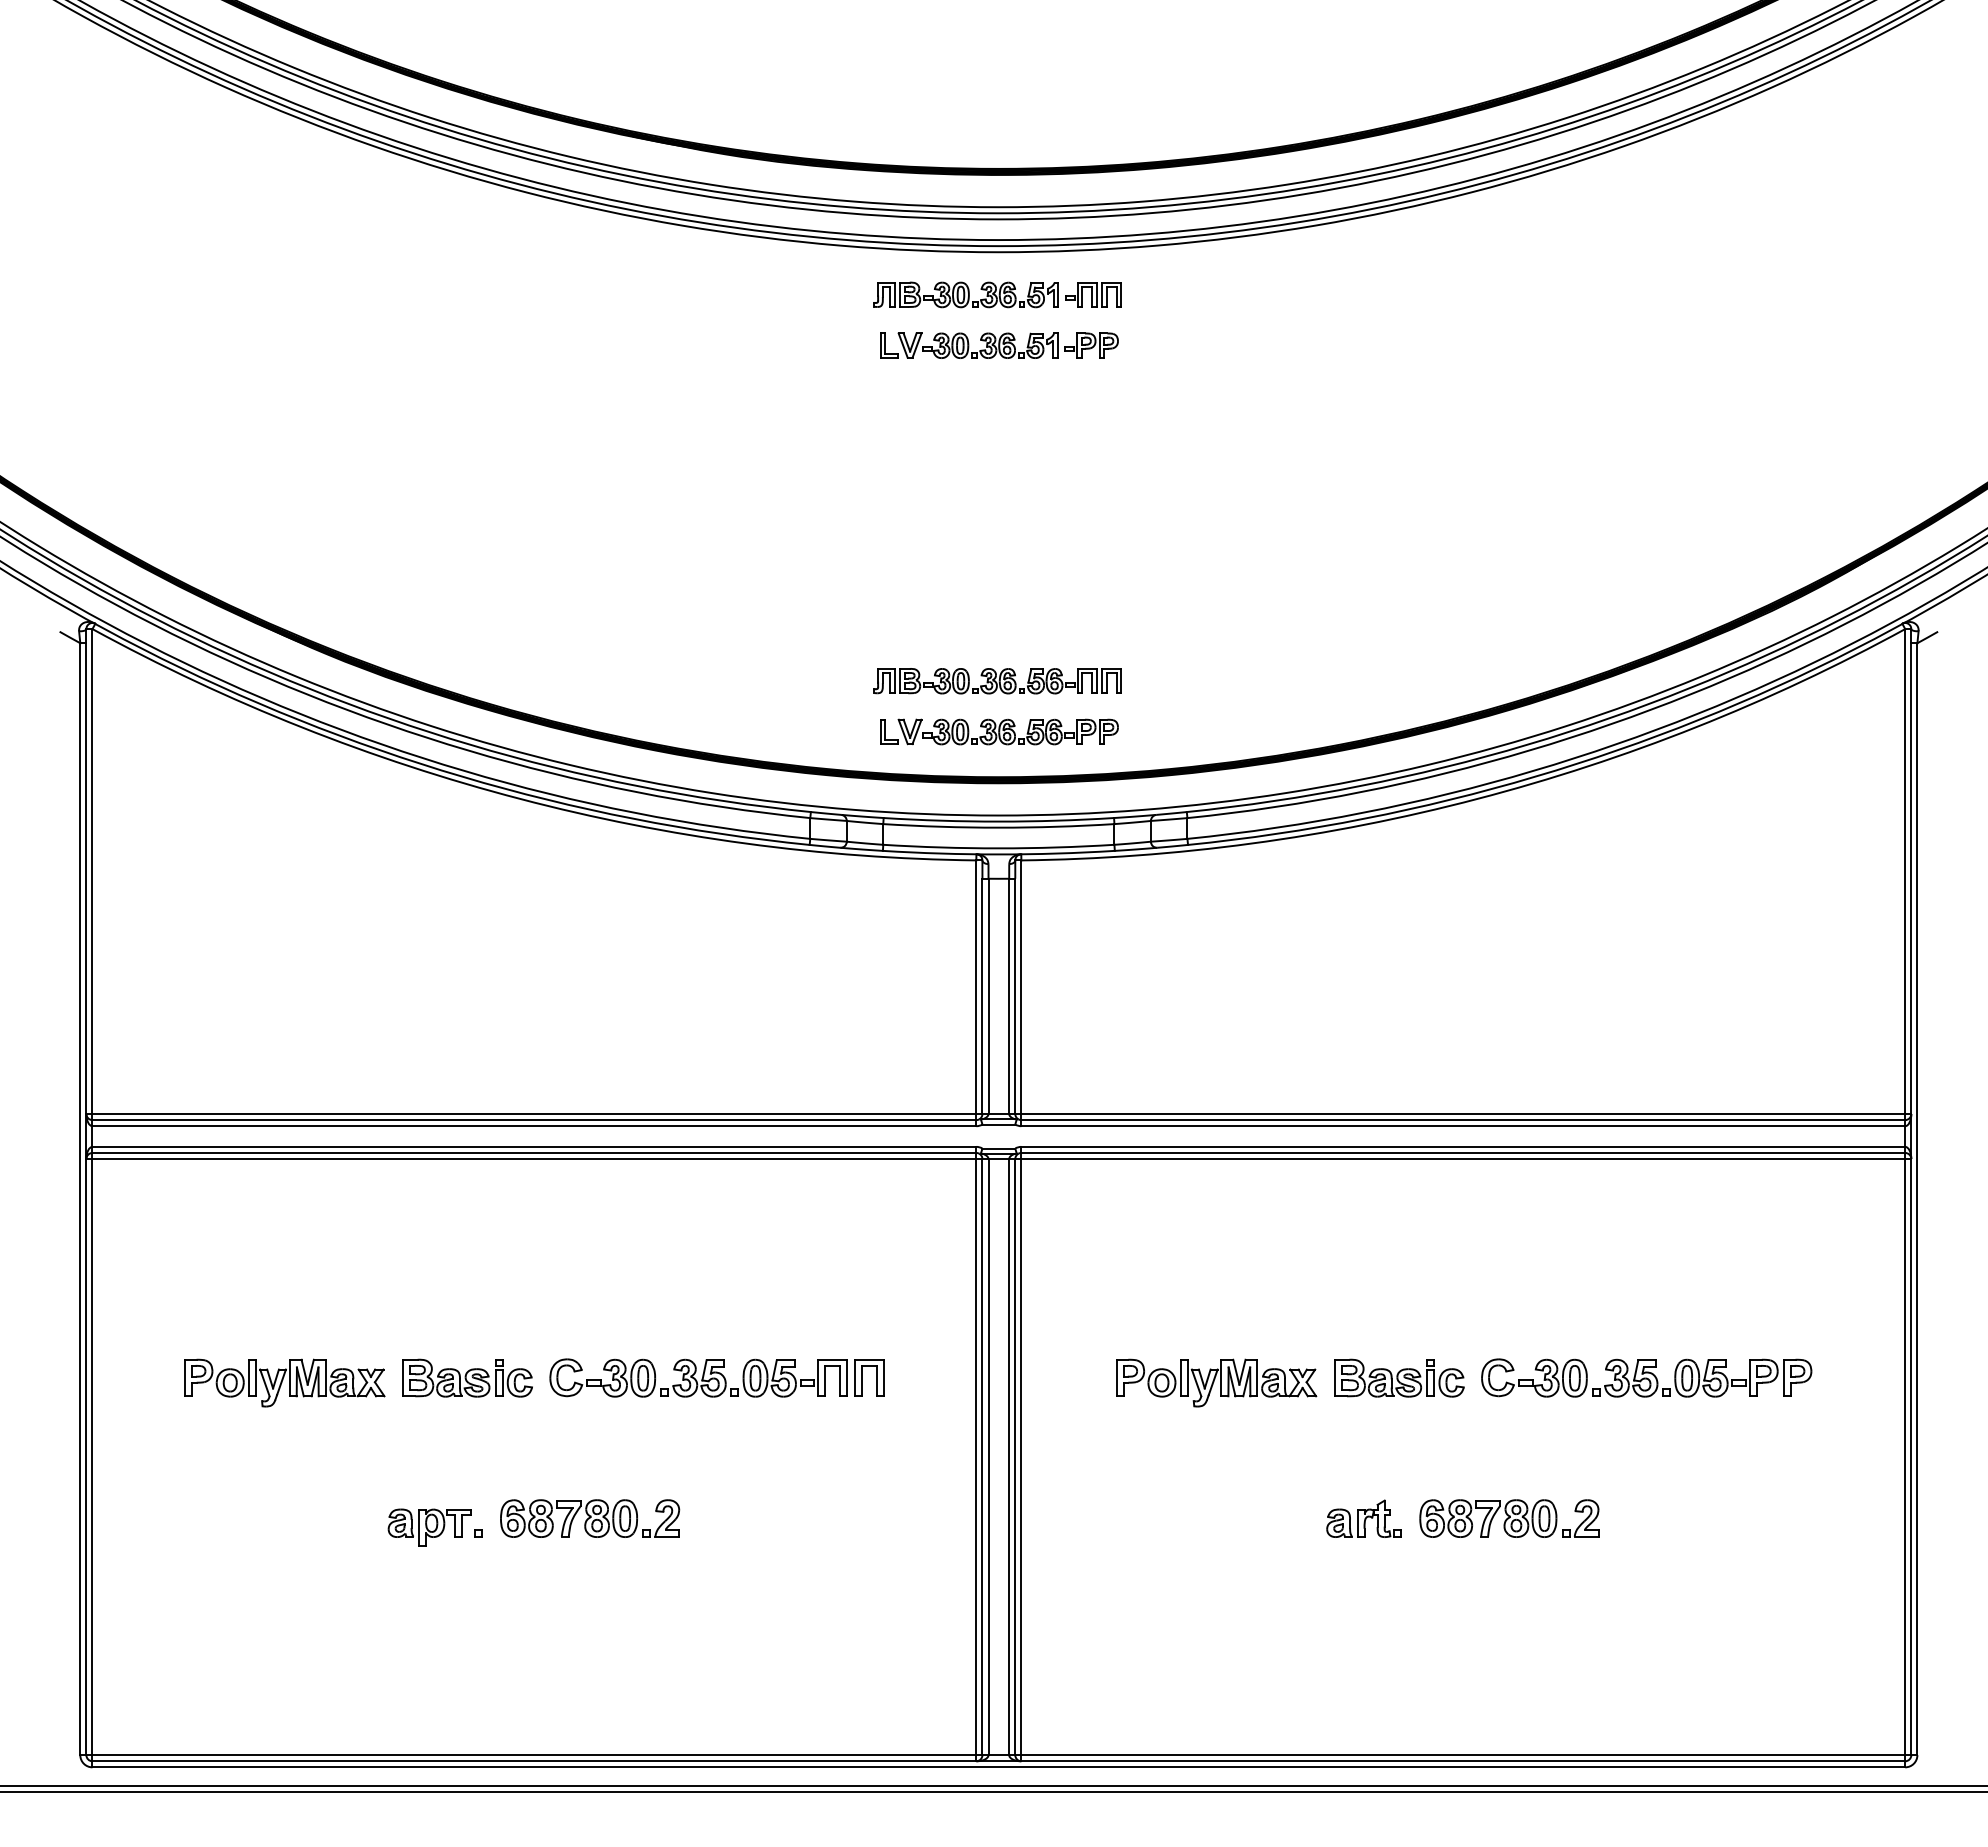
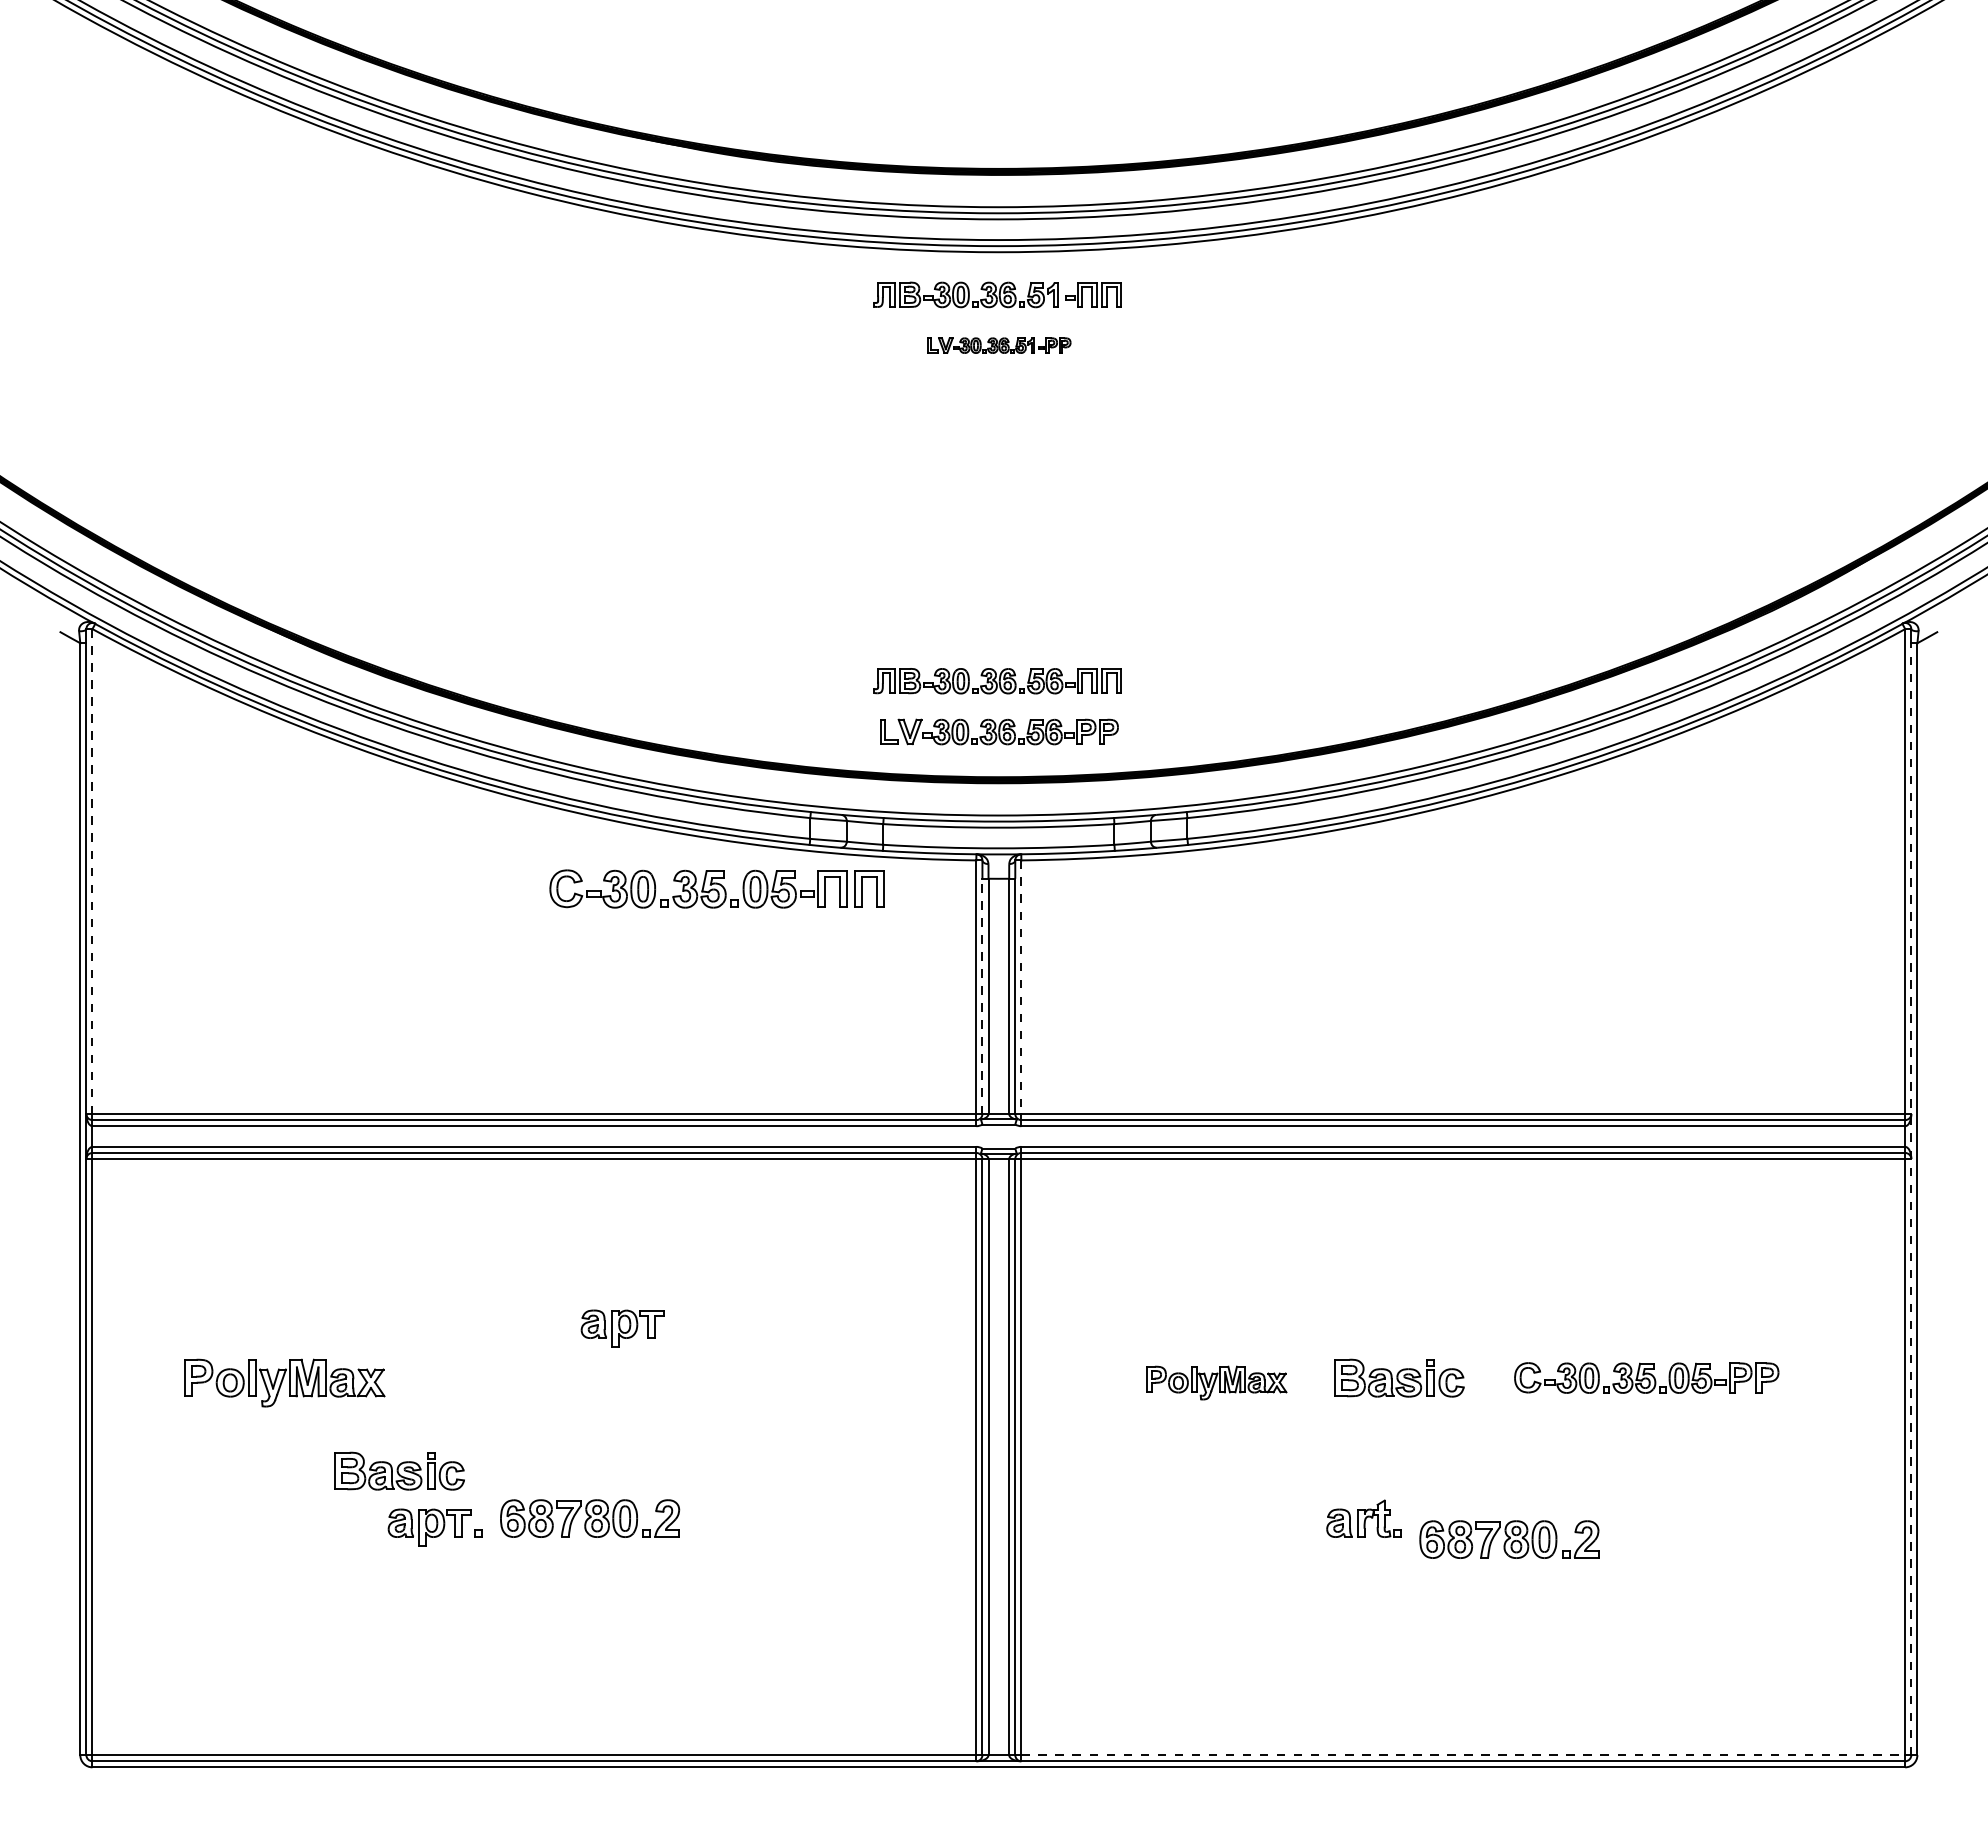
part at (999, 345) size: 239x27 px -> 145x17 px
line at (92, 872): solid -> dashed
line at (1021, 987): solid -> dashed
line at (982, 996): solid -> dashed
line at (1911, 1199): solid -> dashed
part at (622, 1328): none -> present
part at (467, 1377) position: (467, 1377) -> (399, 1470)
part at (716, 1377) position: (716, 1377) -> (716, 888)
part at (1646, 1377) size: 332x40 px -> 266x32 px
part at (1216, 1382) size: 202x50 px -> 142x36 px
part at (1509, 1518) position: (1509, 1518) -> (1509, 1539)
line at (1463, 1755): solid -> dashed
line at (993, 1785): present -> none
line at (993, 1791): present -> none
